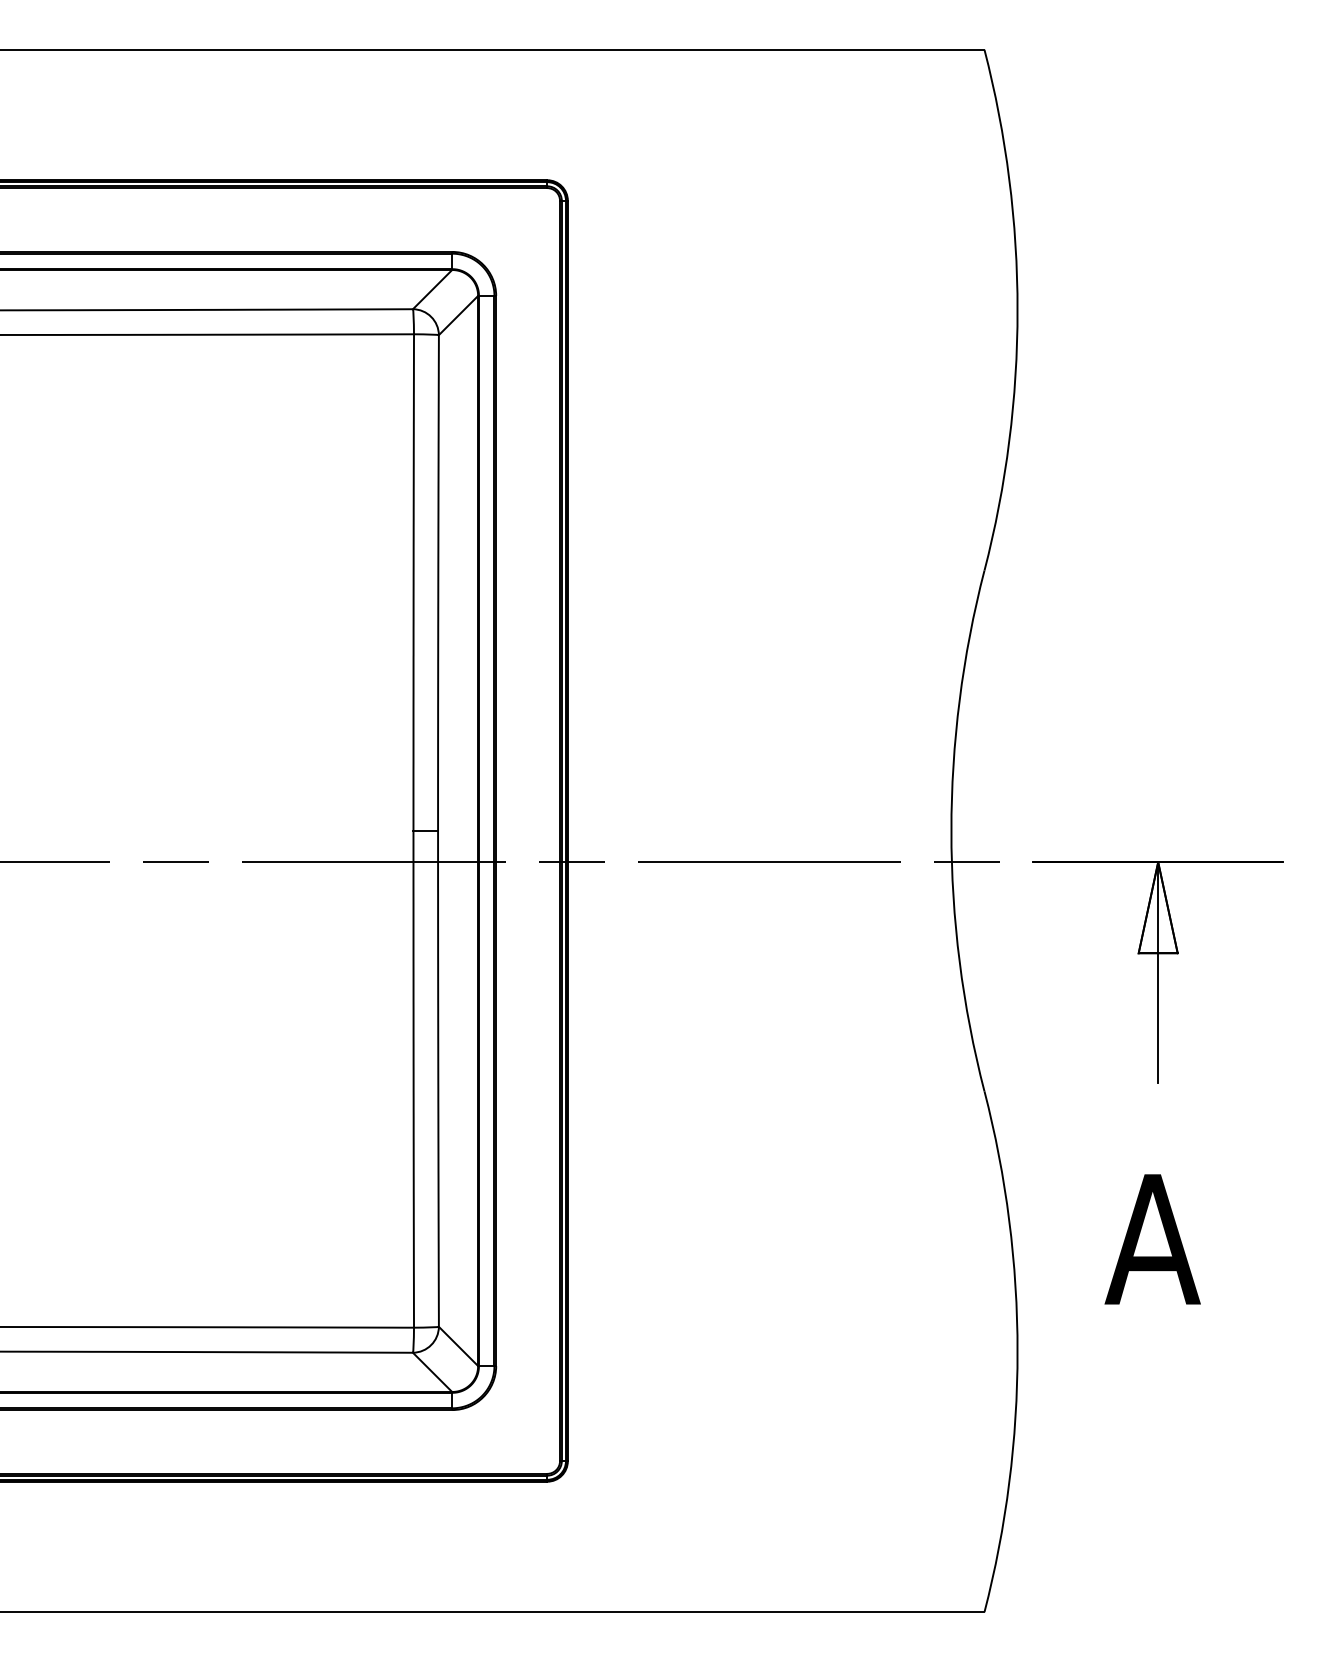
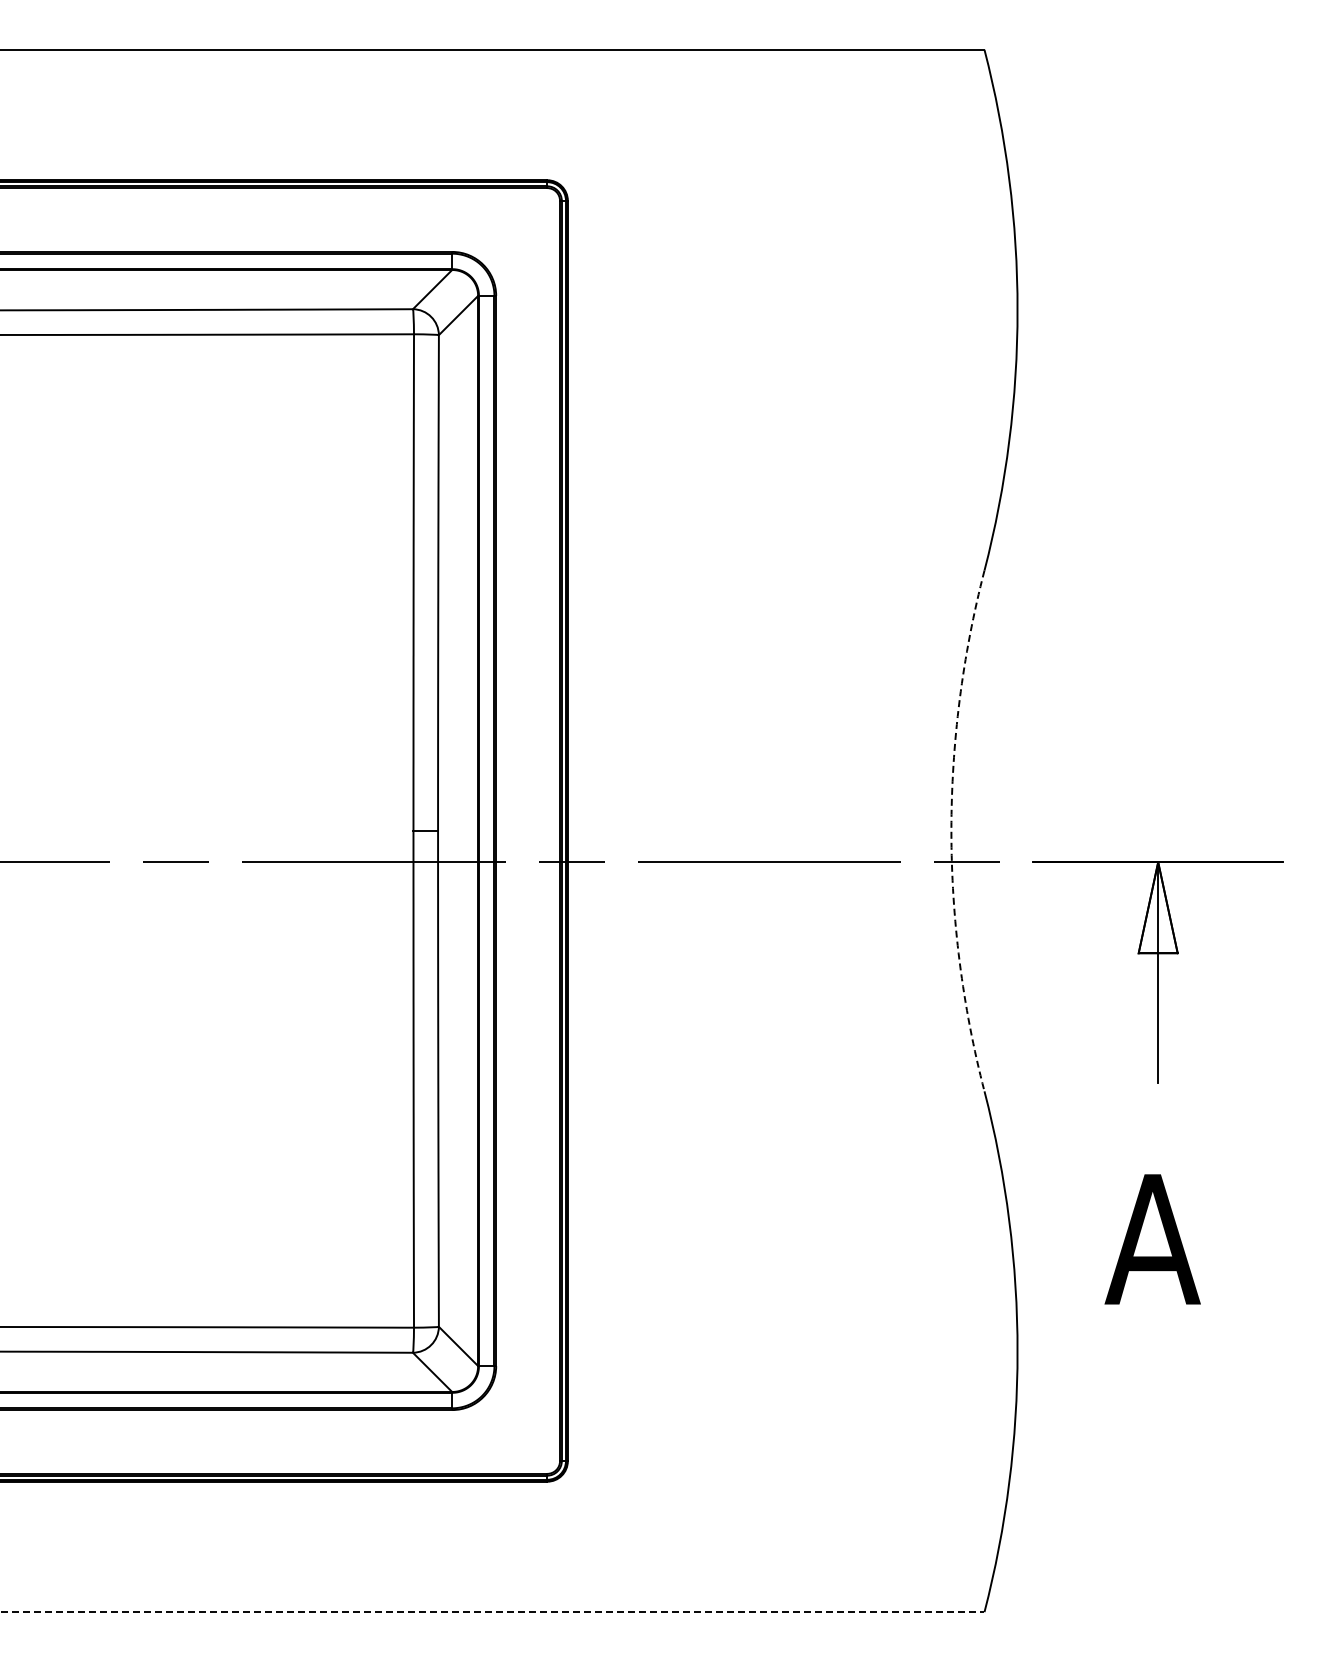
arc at (951, 830): solid -> dashed
line at (492, 1612): solid -> dashed
